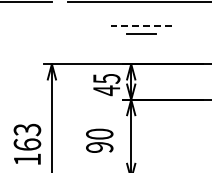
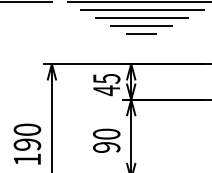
line at (141, 10): none -> present
line at (141, 18): none -> present
line at (141, 26): dashed -> solid
text at (27, 136): 163 -> 190
text at (99, 140) position: (99, 140) -> (106, 140)
